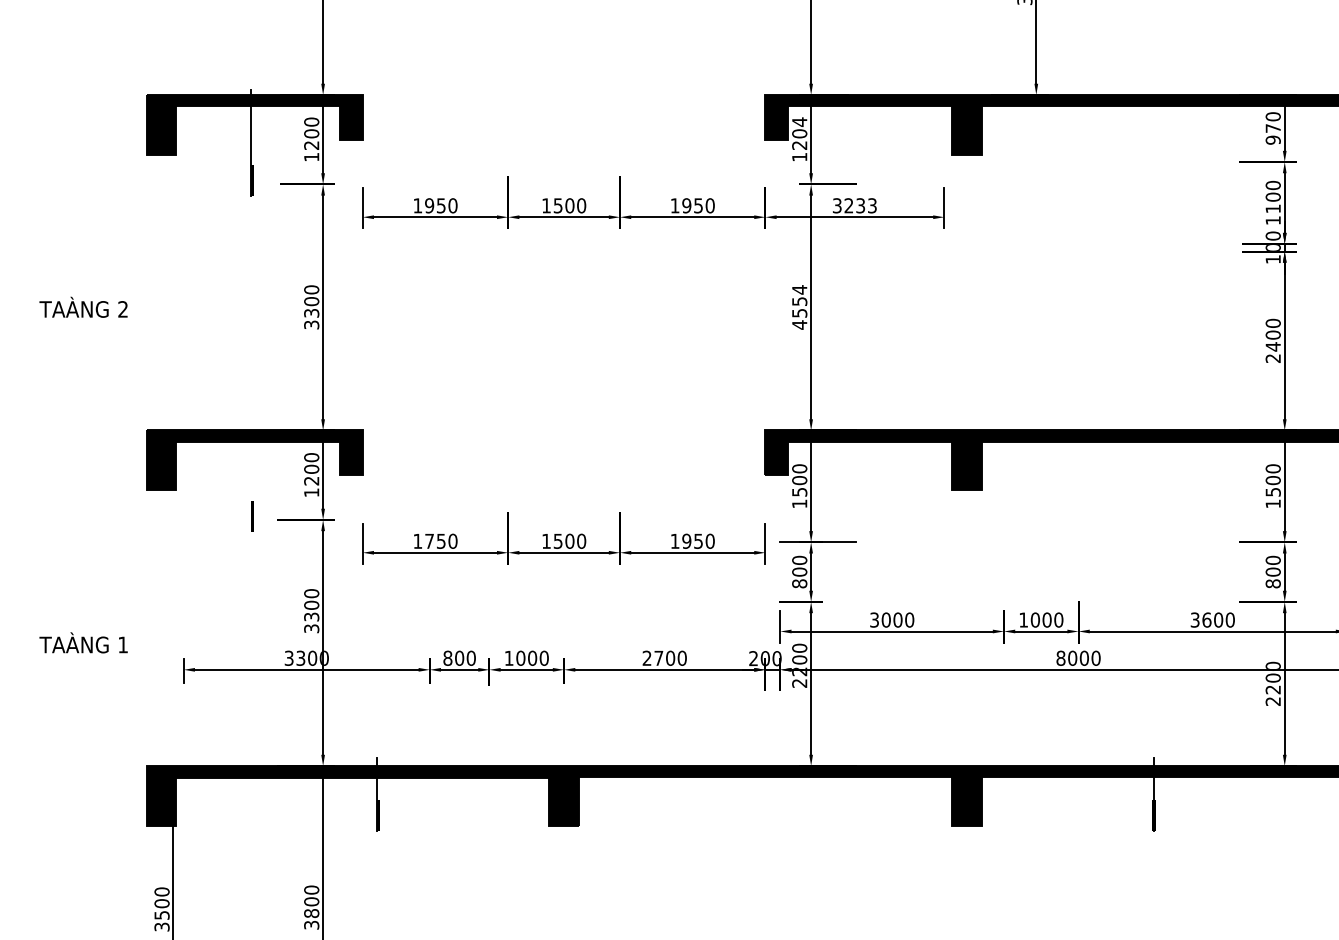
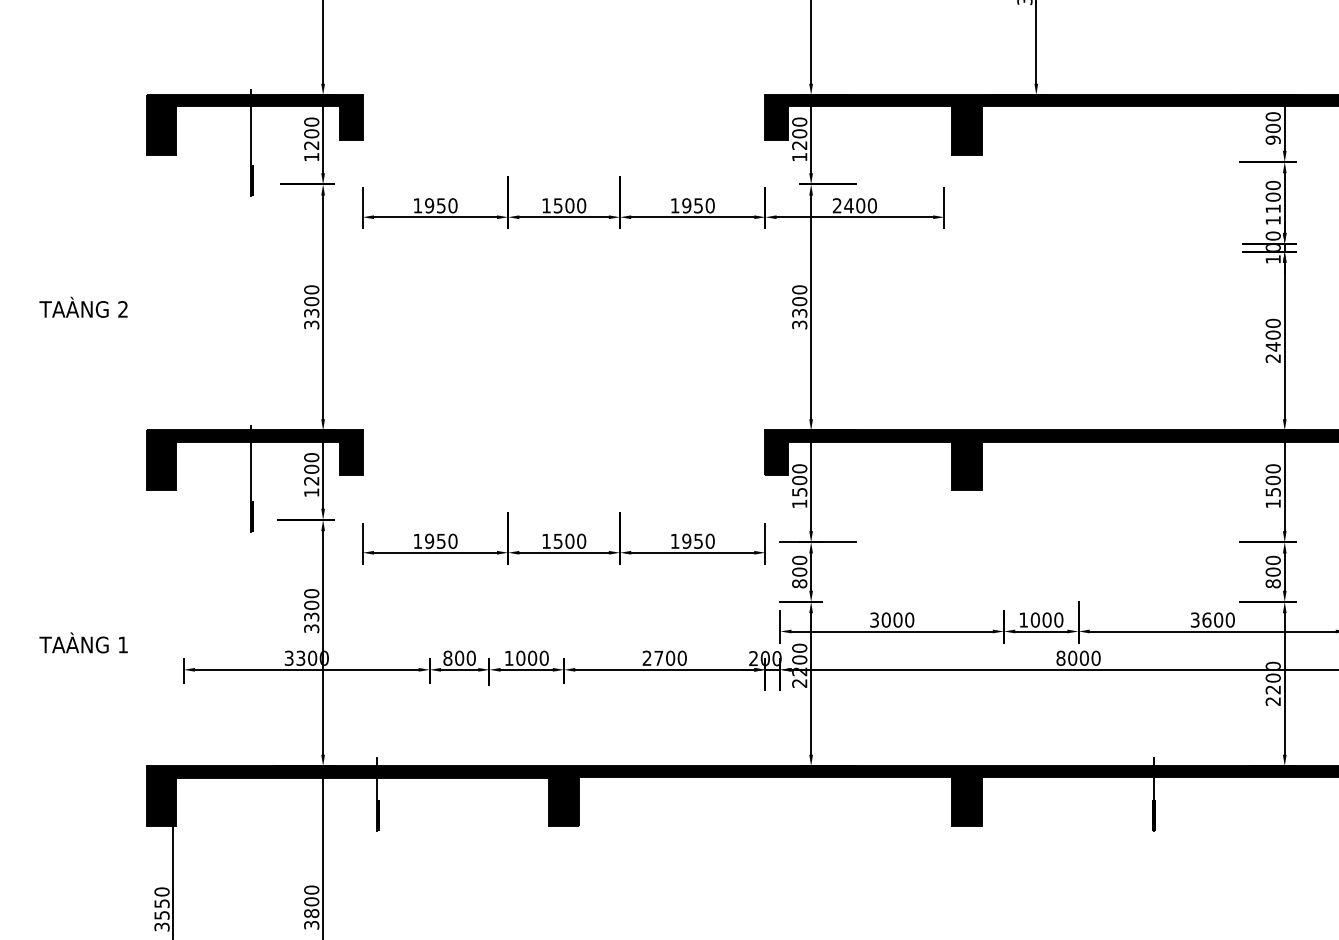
text at (799, 121): 1204 -> 1200
text at (1272, 128): 970 -> 900
text at (854, 205): 3233 -> 2400
text at (799, 307): 4554 -> 3300
line at (250, 478): none -> present
text at (429, 540): 1750 -> 1950
text at (161, 903): 3500 -> 3550
